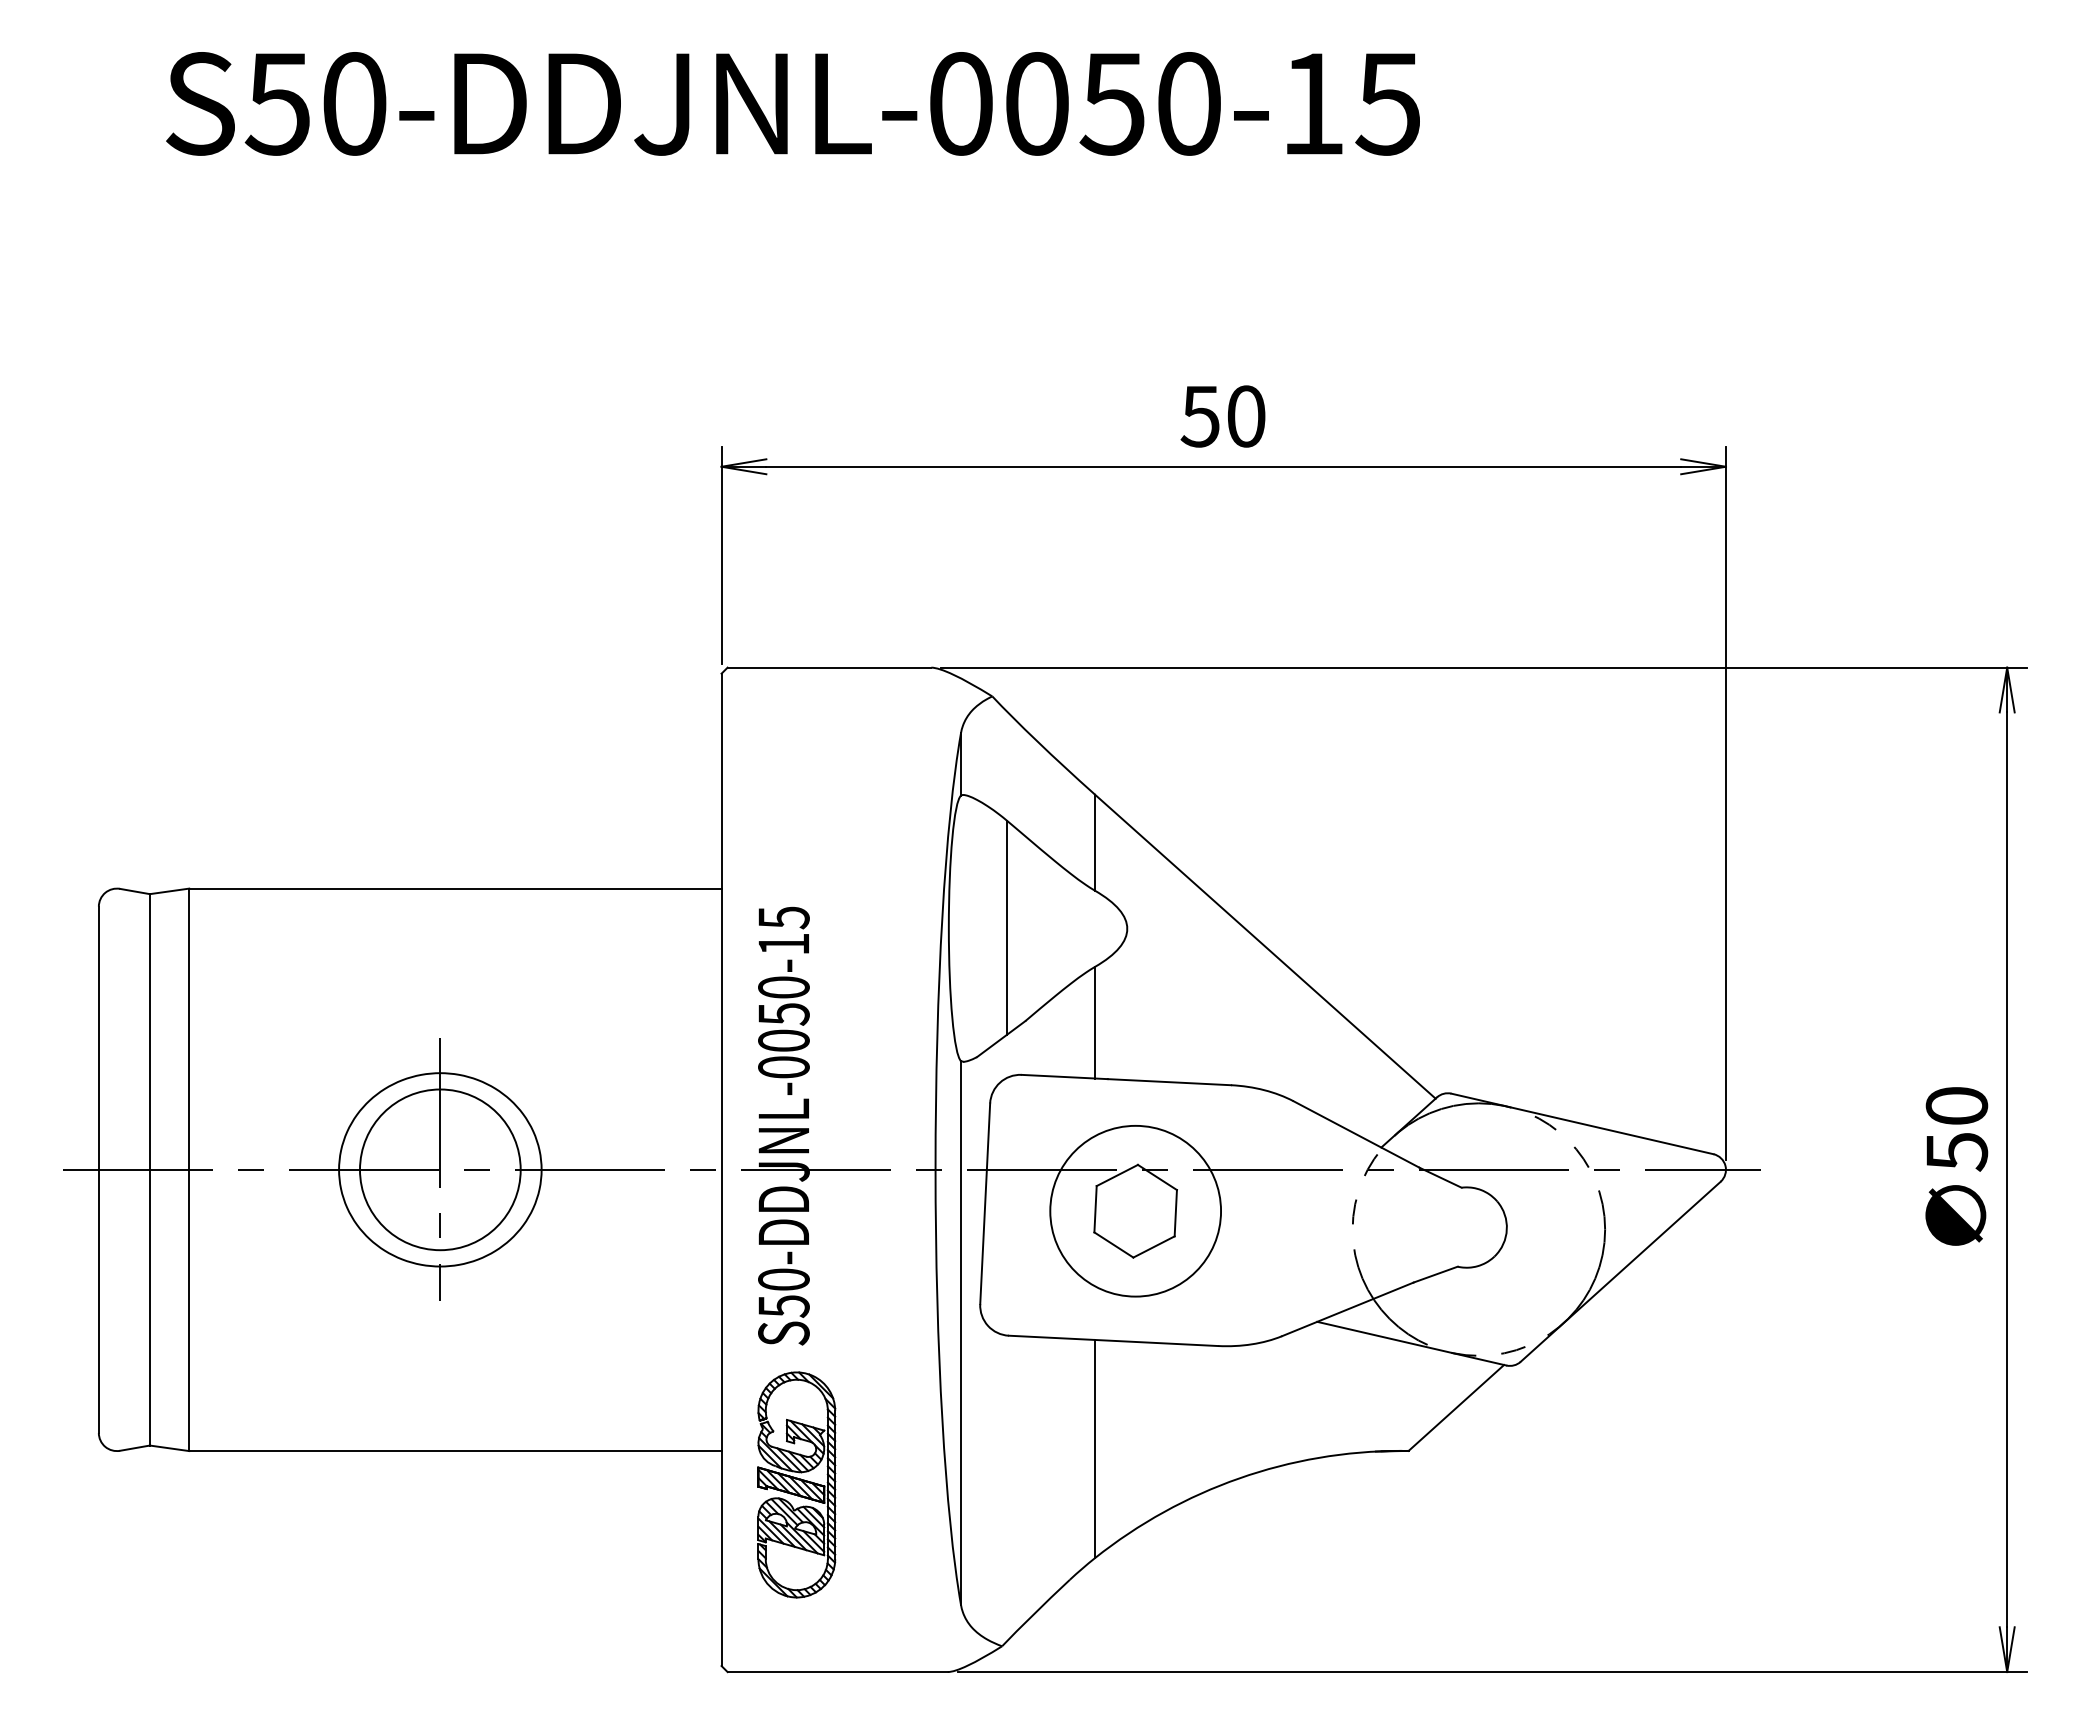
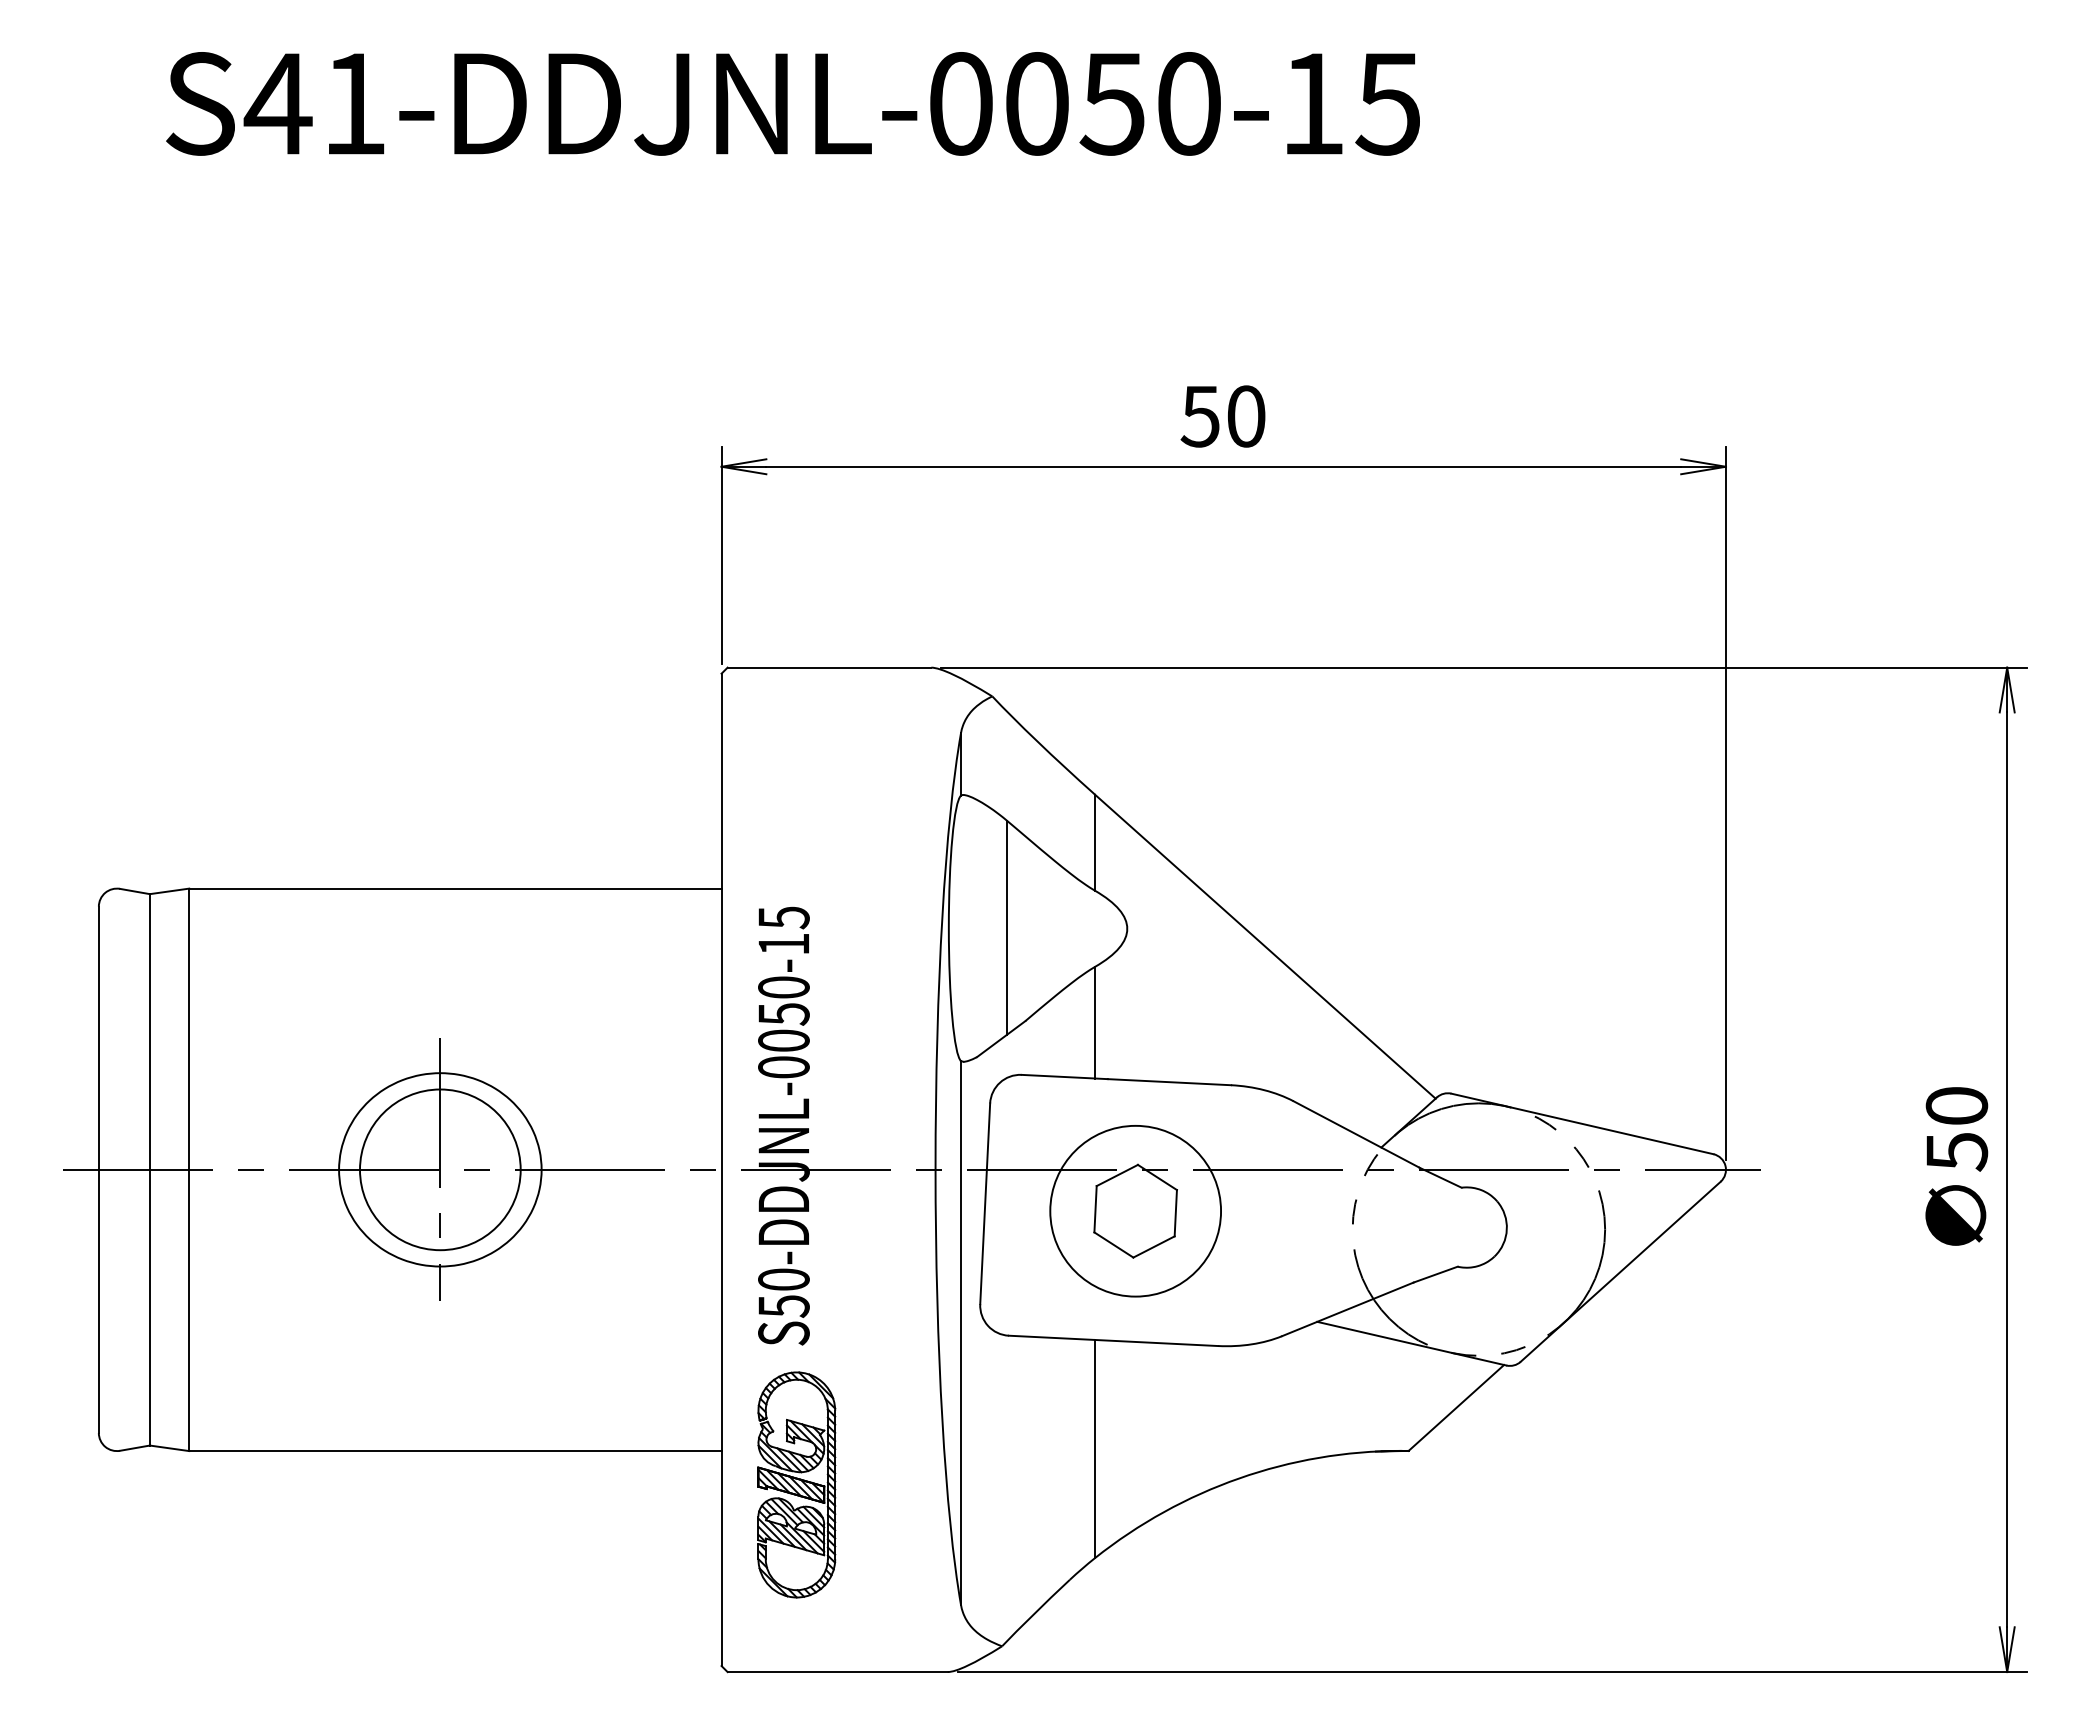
text at (314, 103): S50-DDJNL-0050-15 -> S41-DDJNL-0050-15
